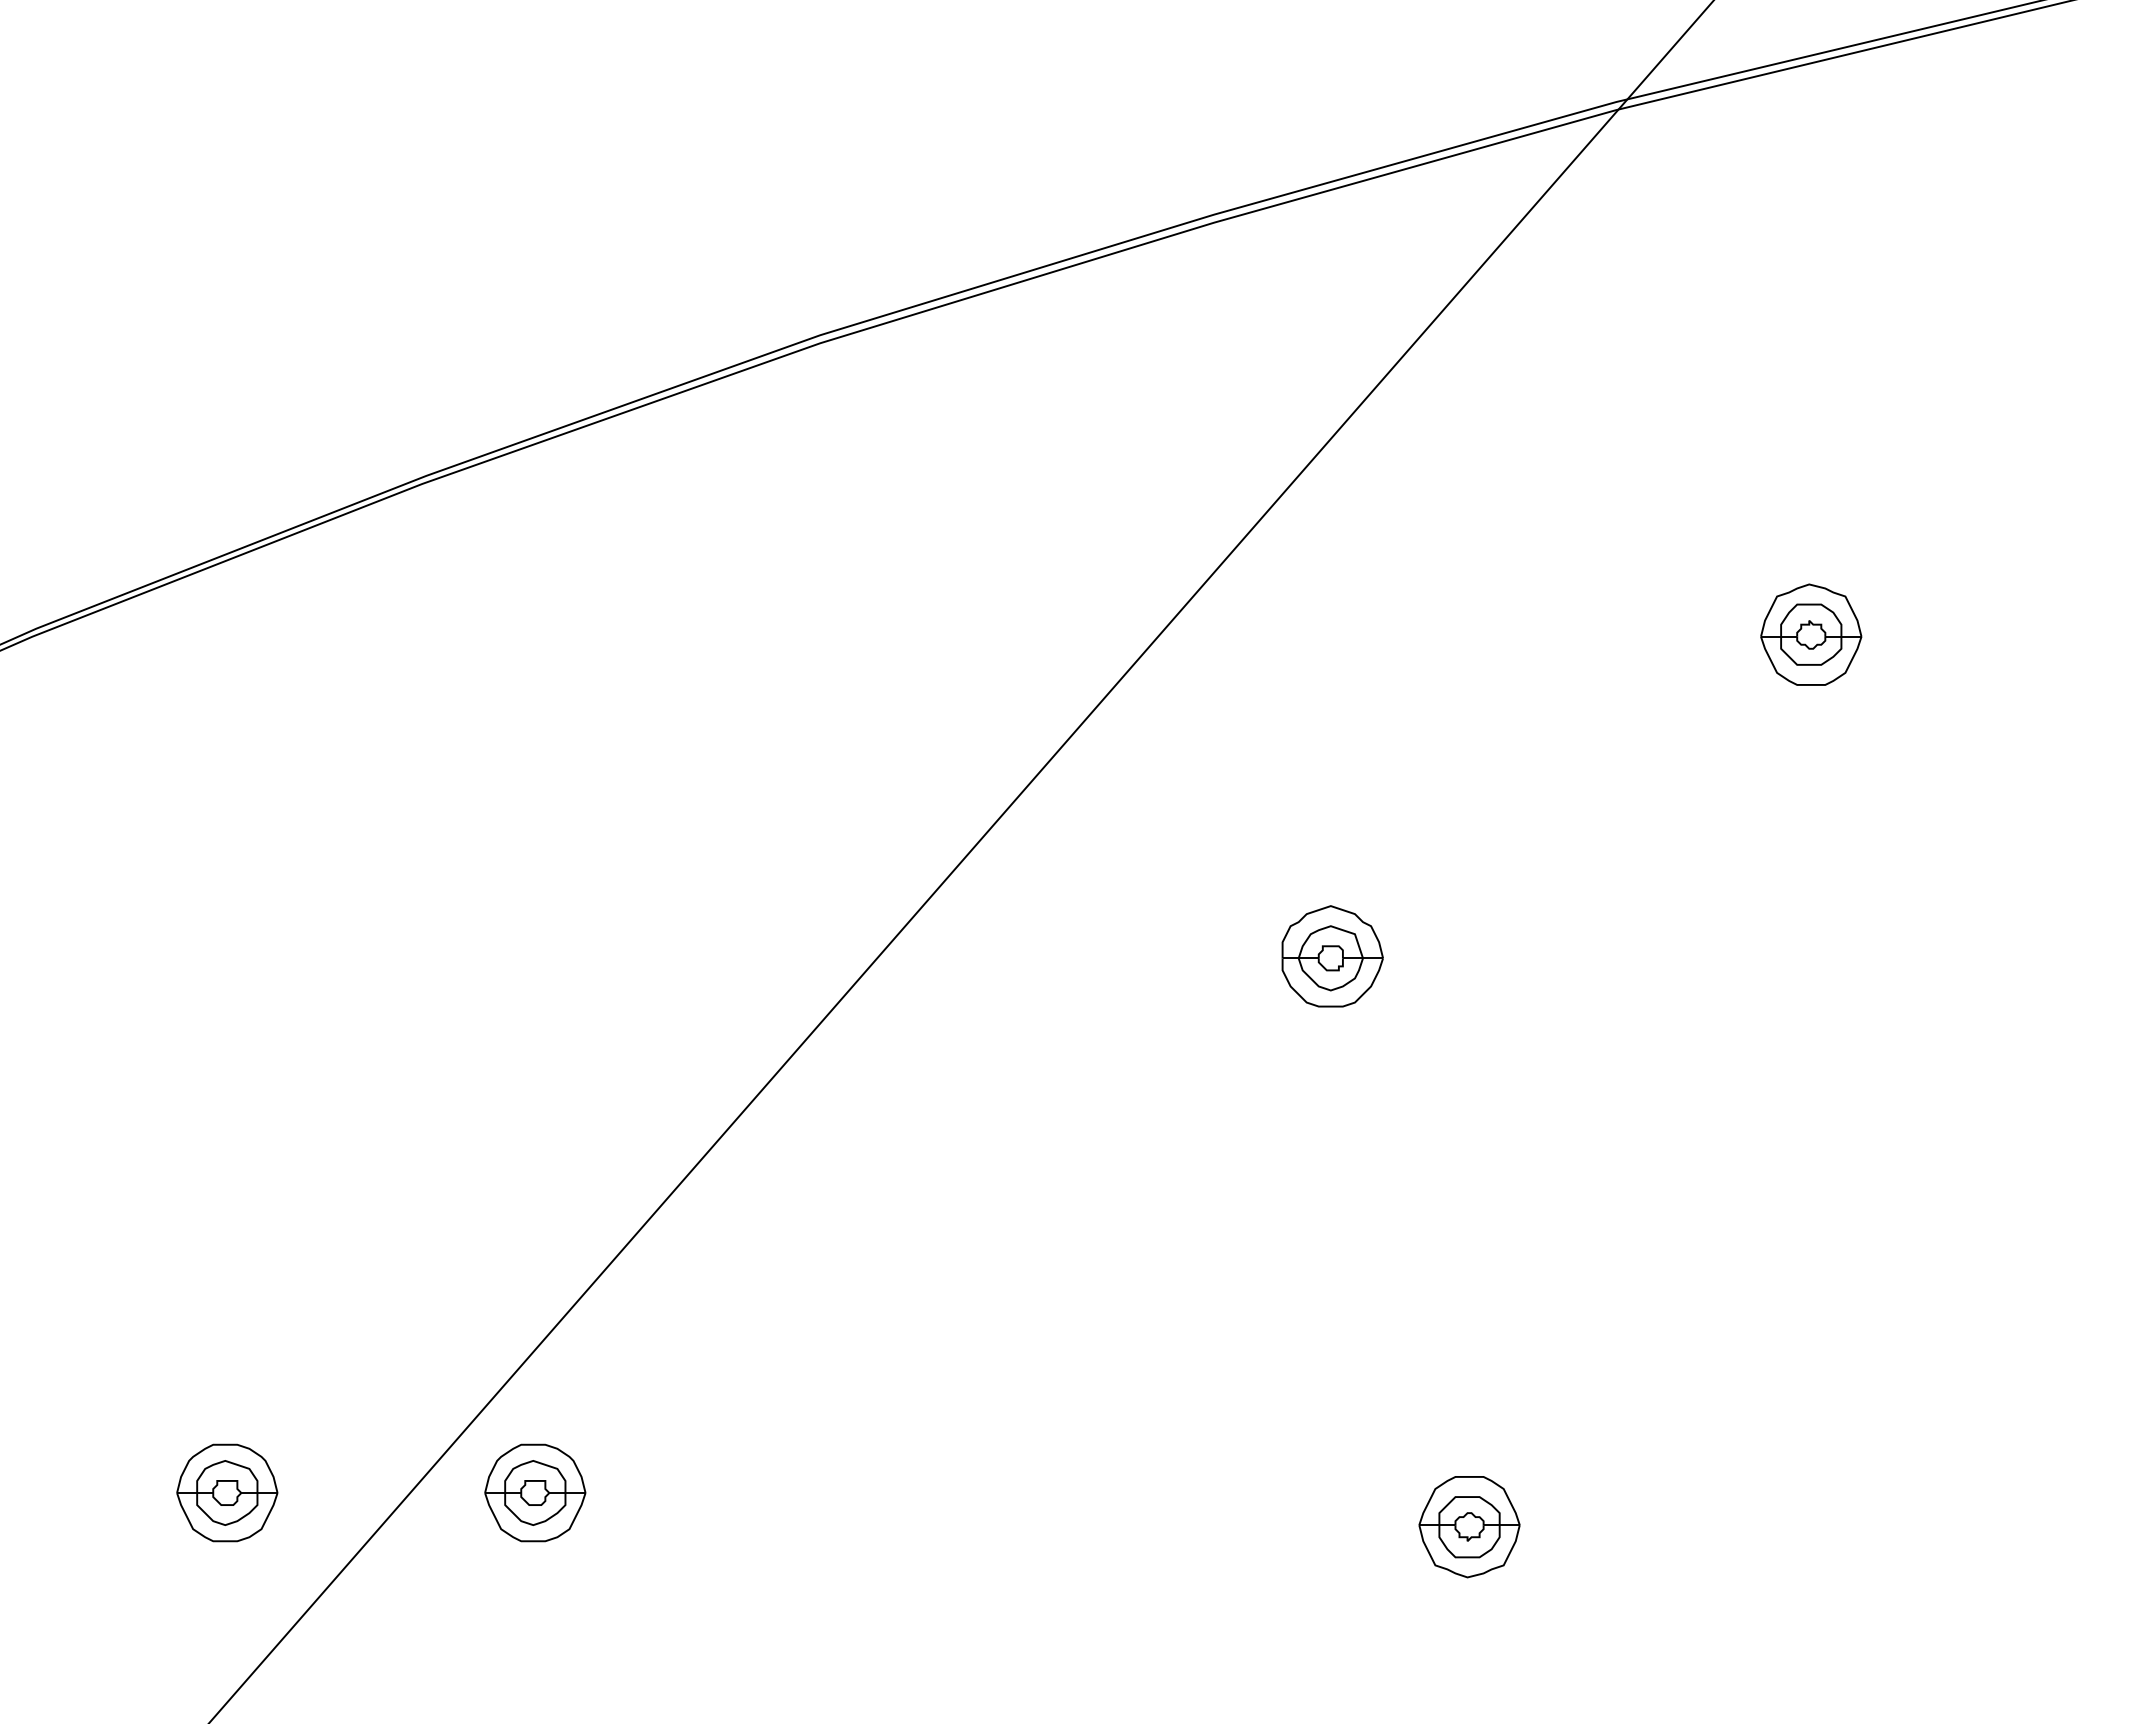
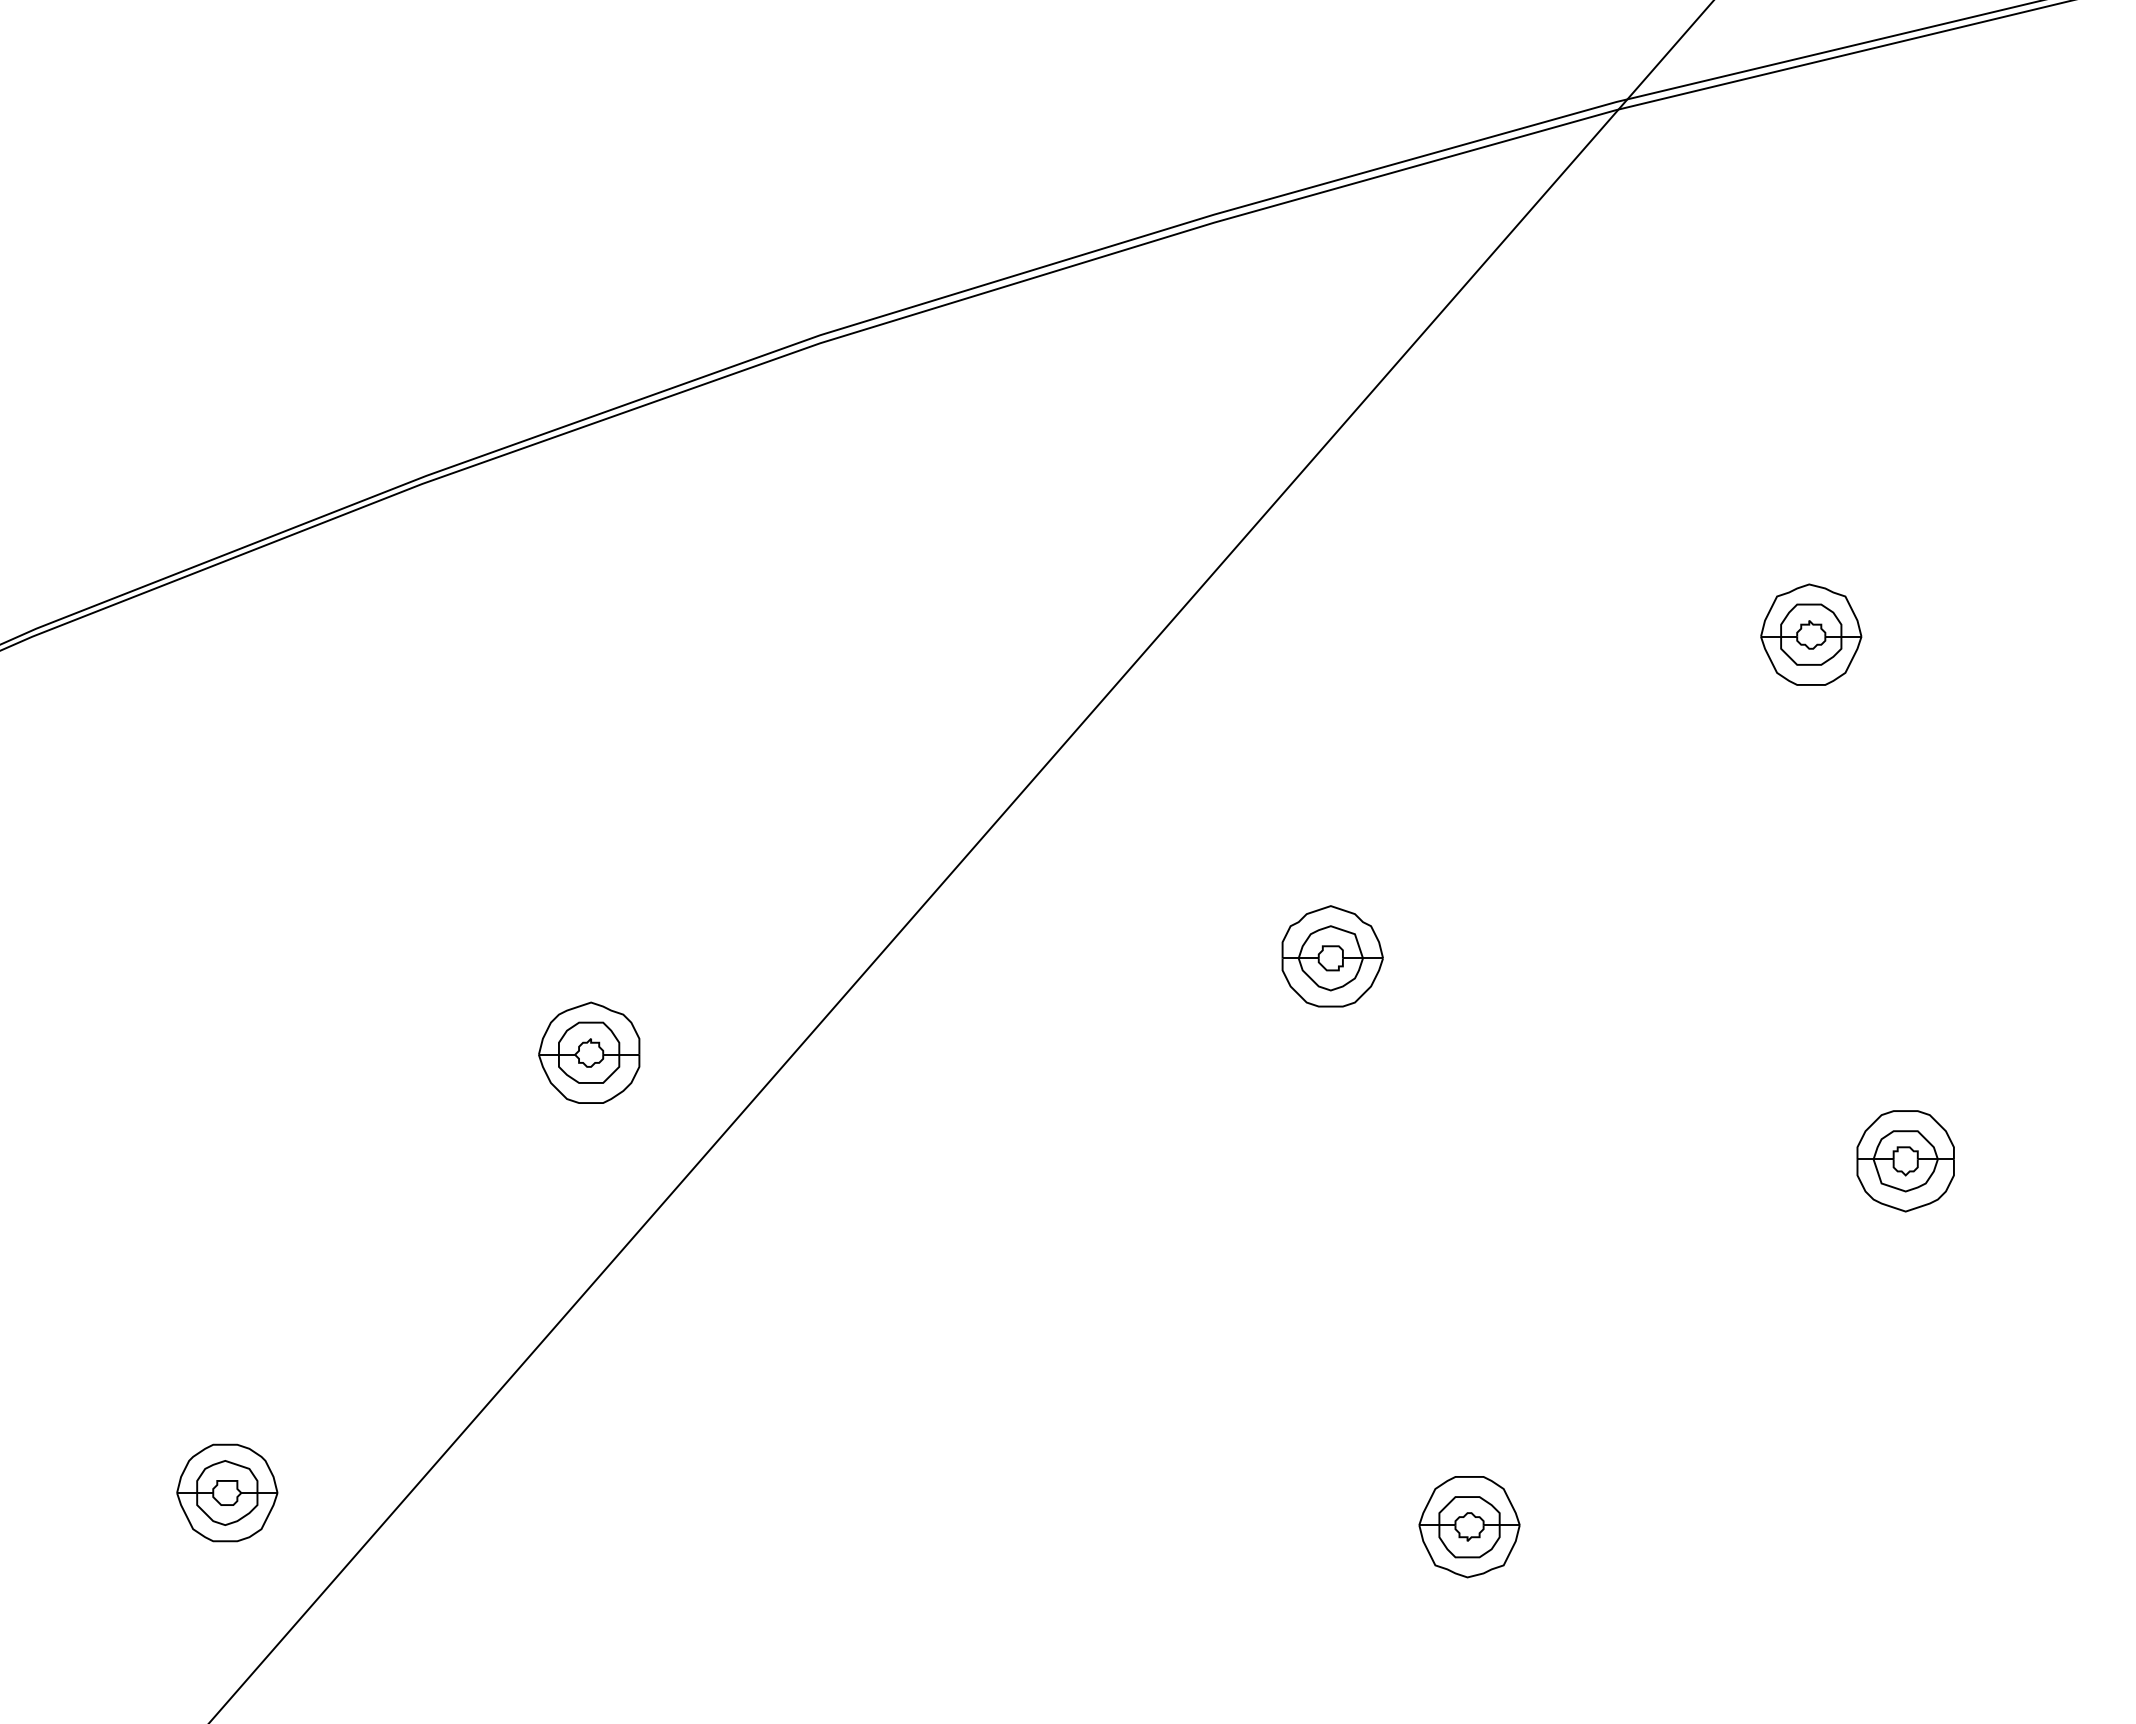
part at (589, 1052): none -> present
part at (1905, 1161): none -> present
part at (535, 1492): present -> none
